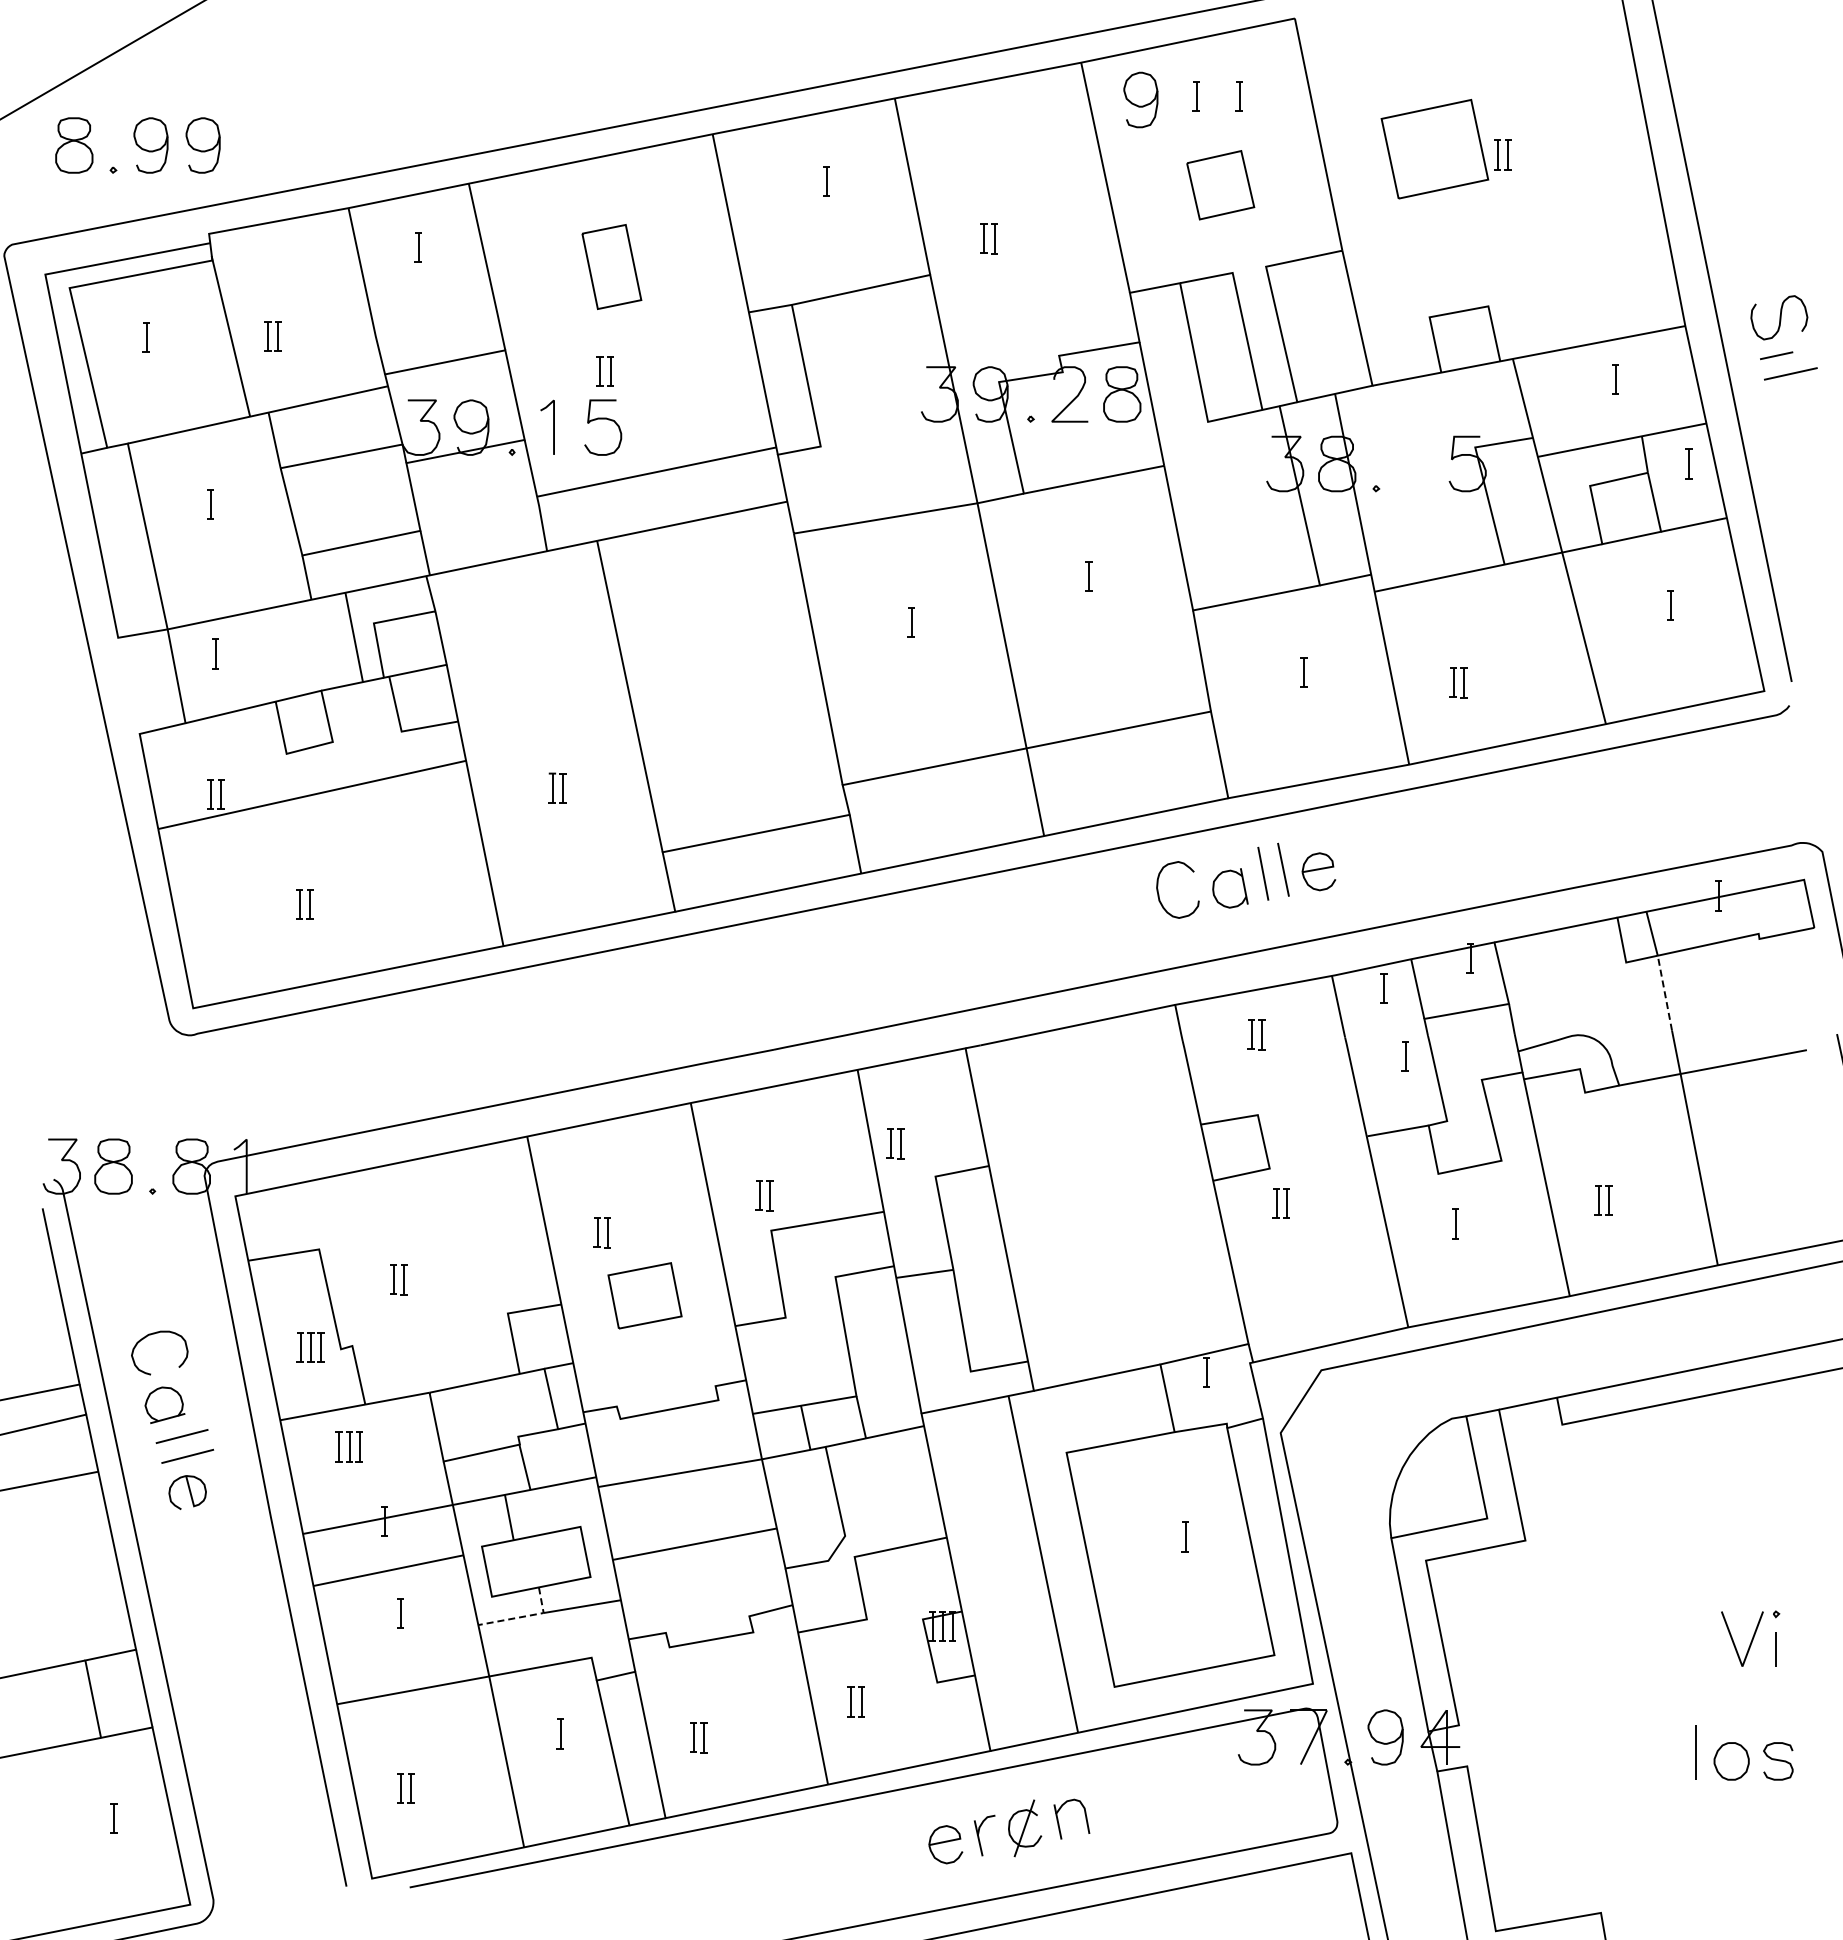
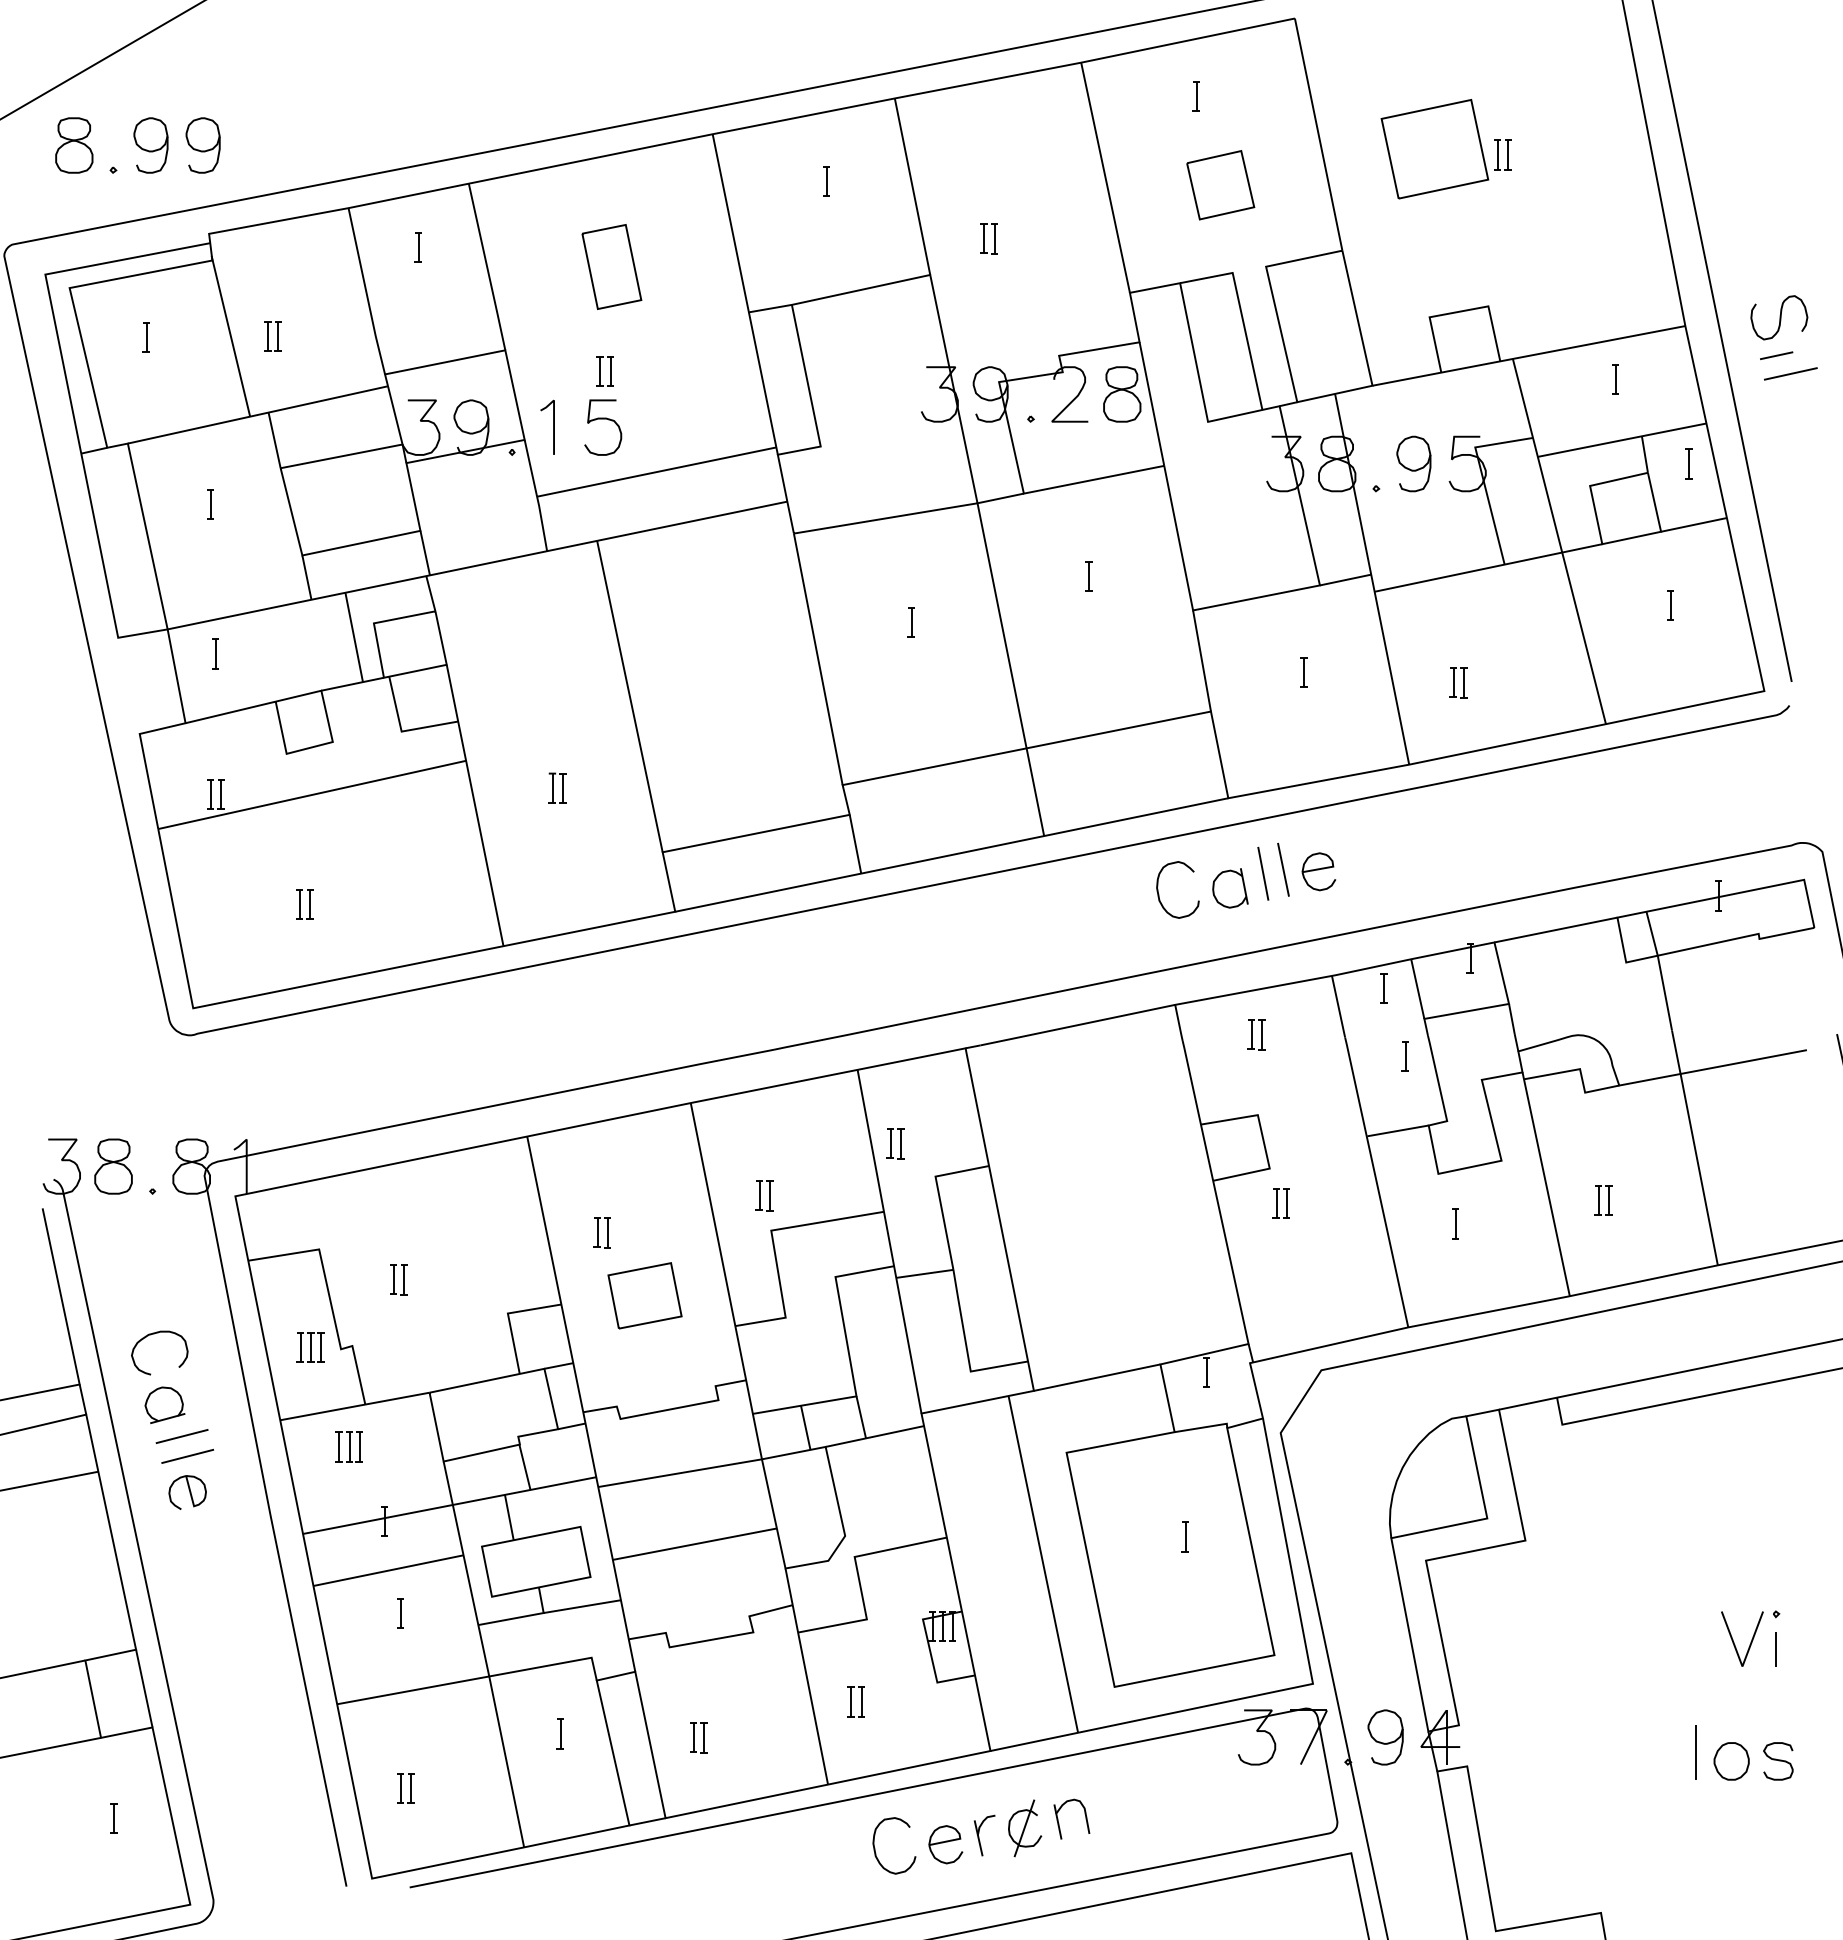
part at (1238, 96): present -> none
part at (1140, 99) position: (1140, 99) -> (1413, 463)
line at (1665, 993): dashed -> solid
line at (523, 1616): dashed -> solid
curve at (875, 1848): none -> present
